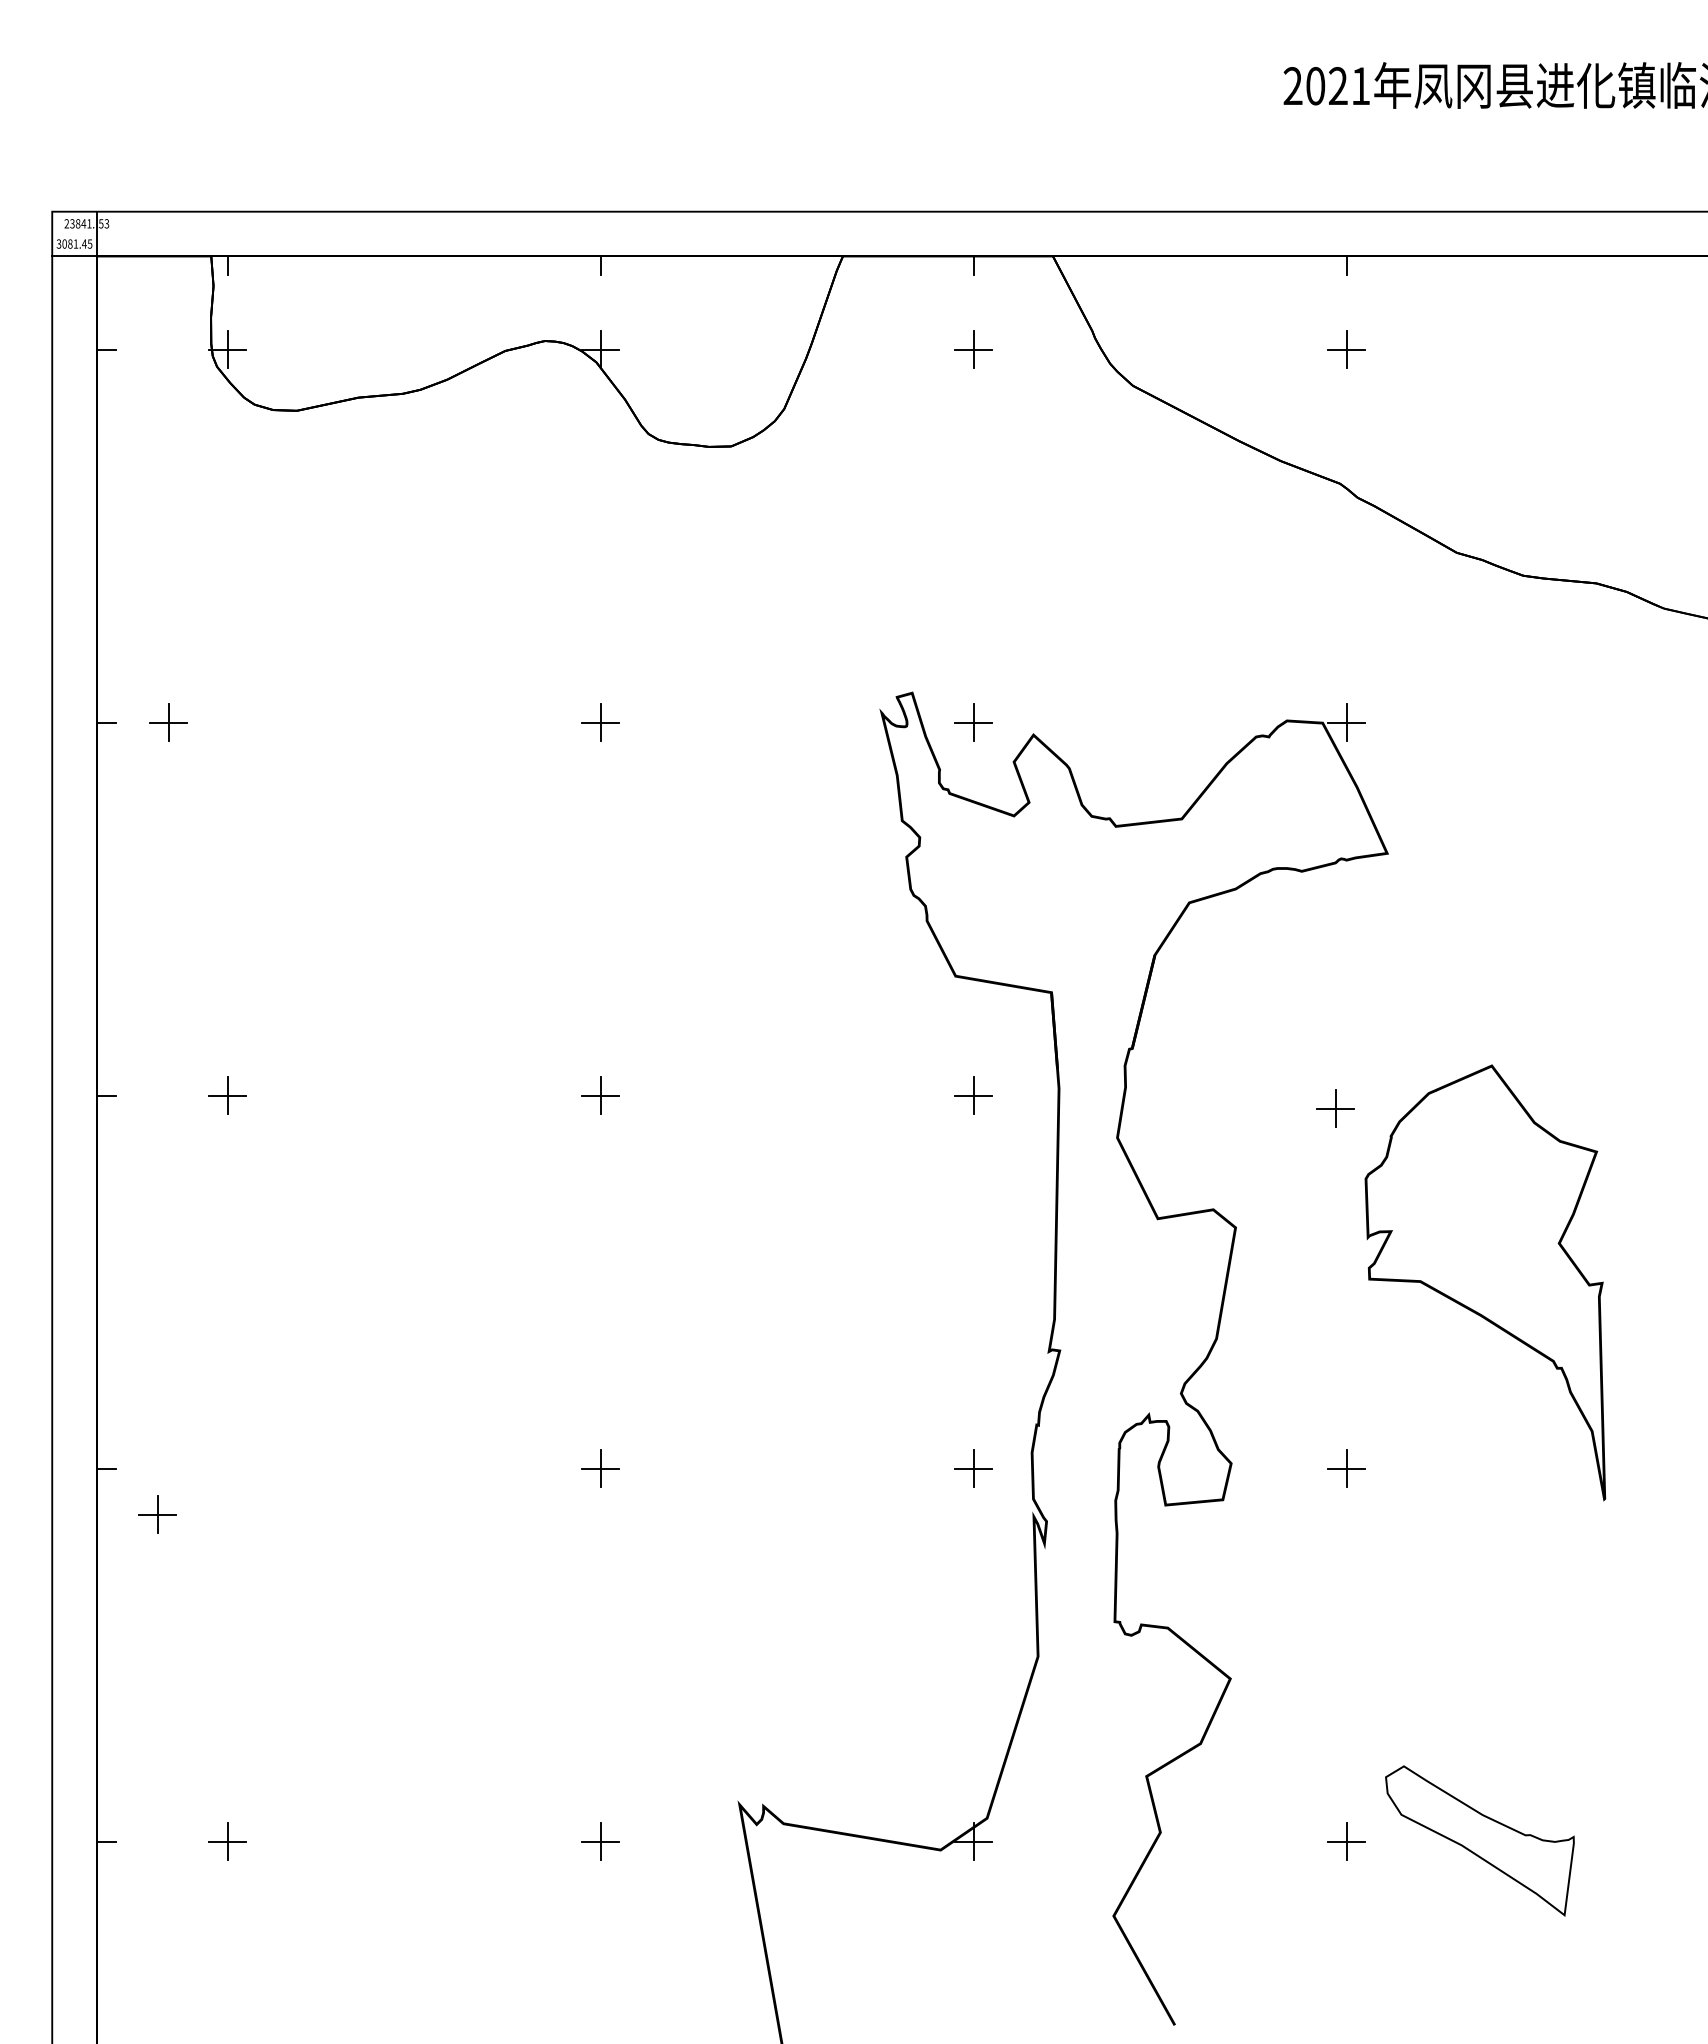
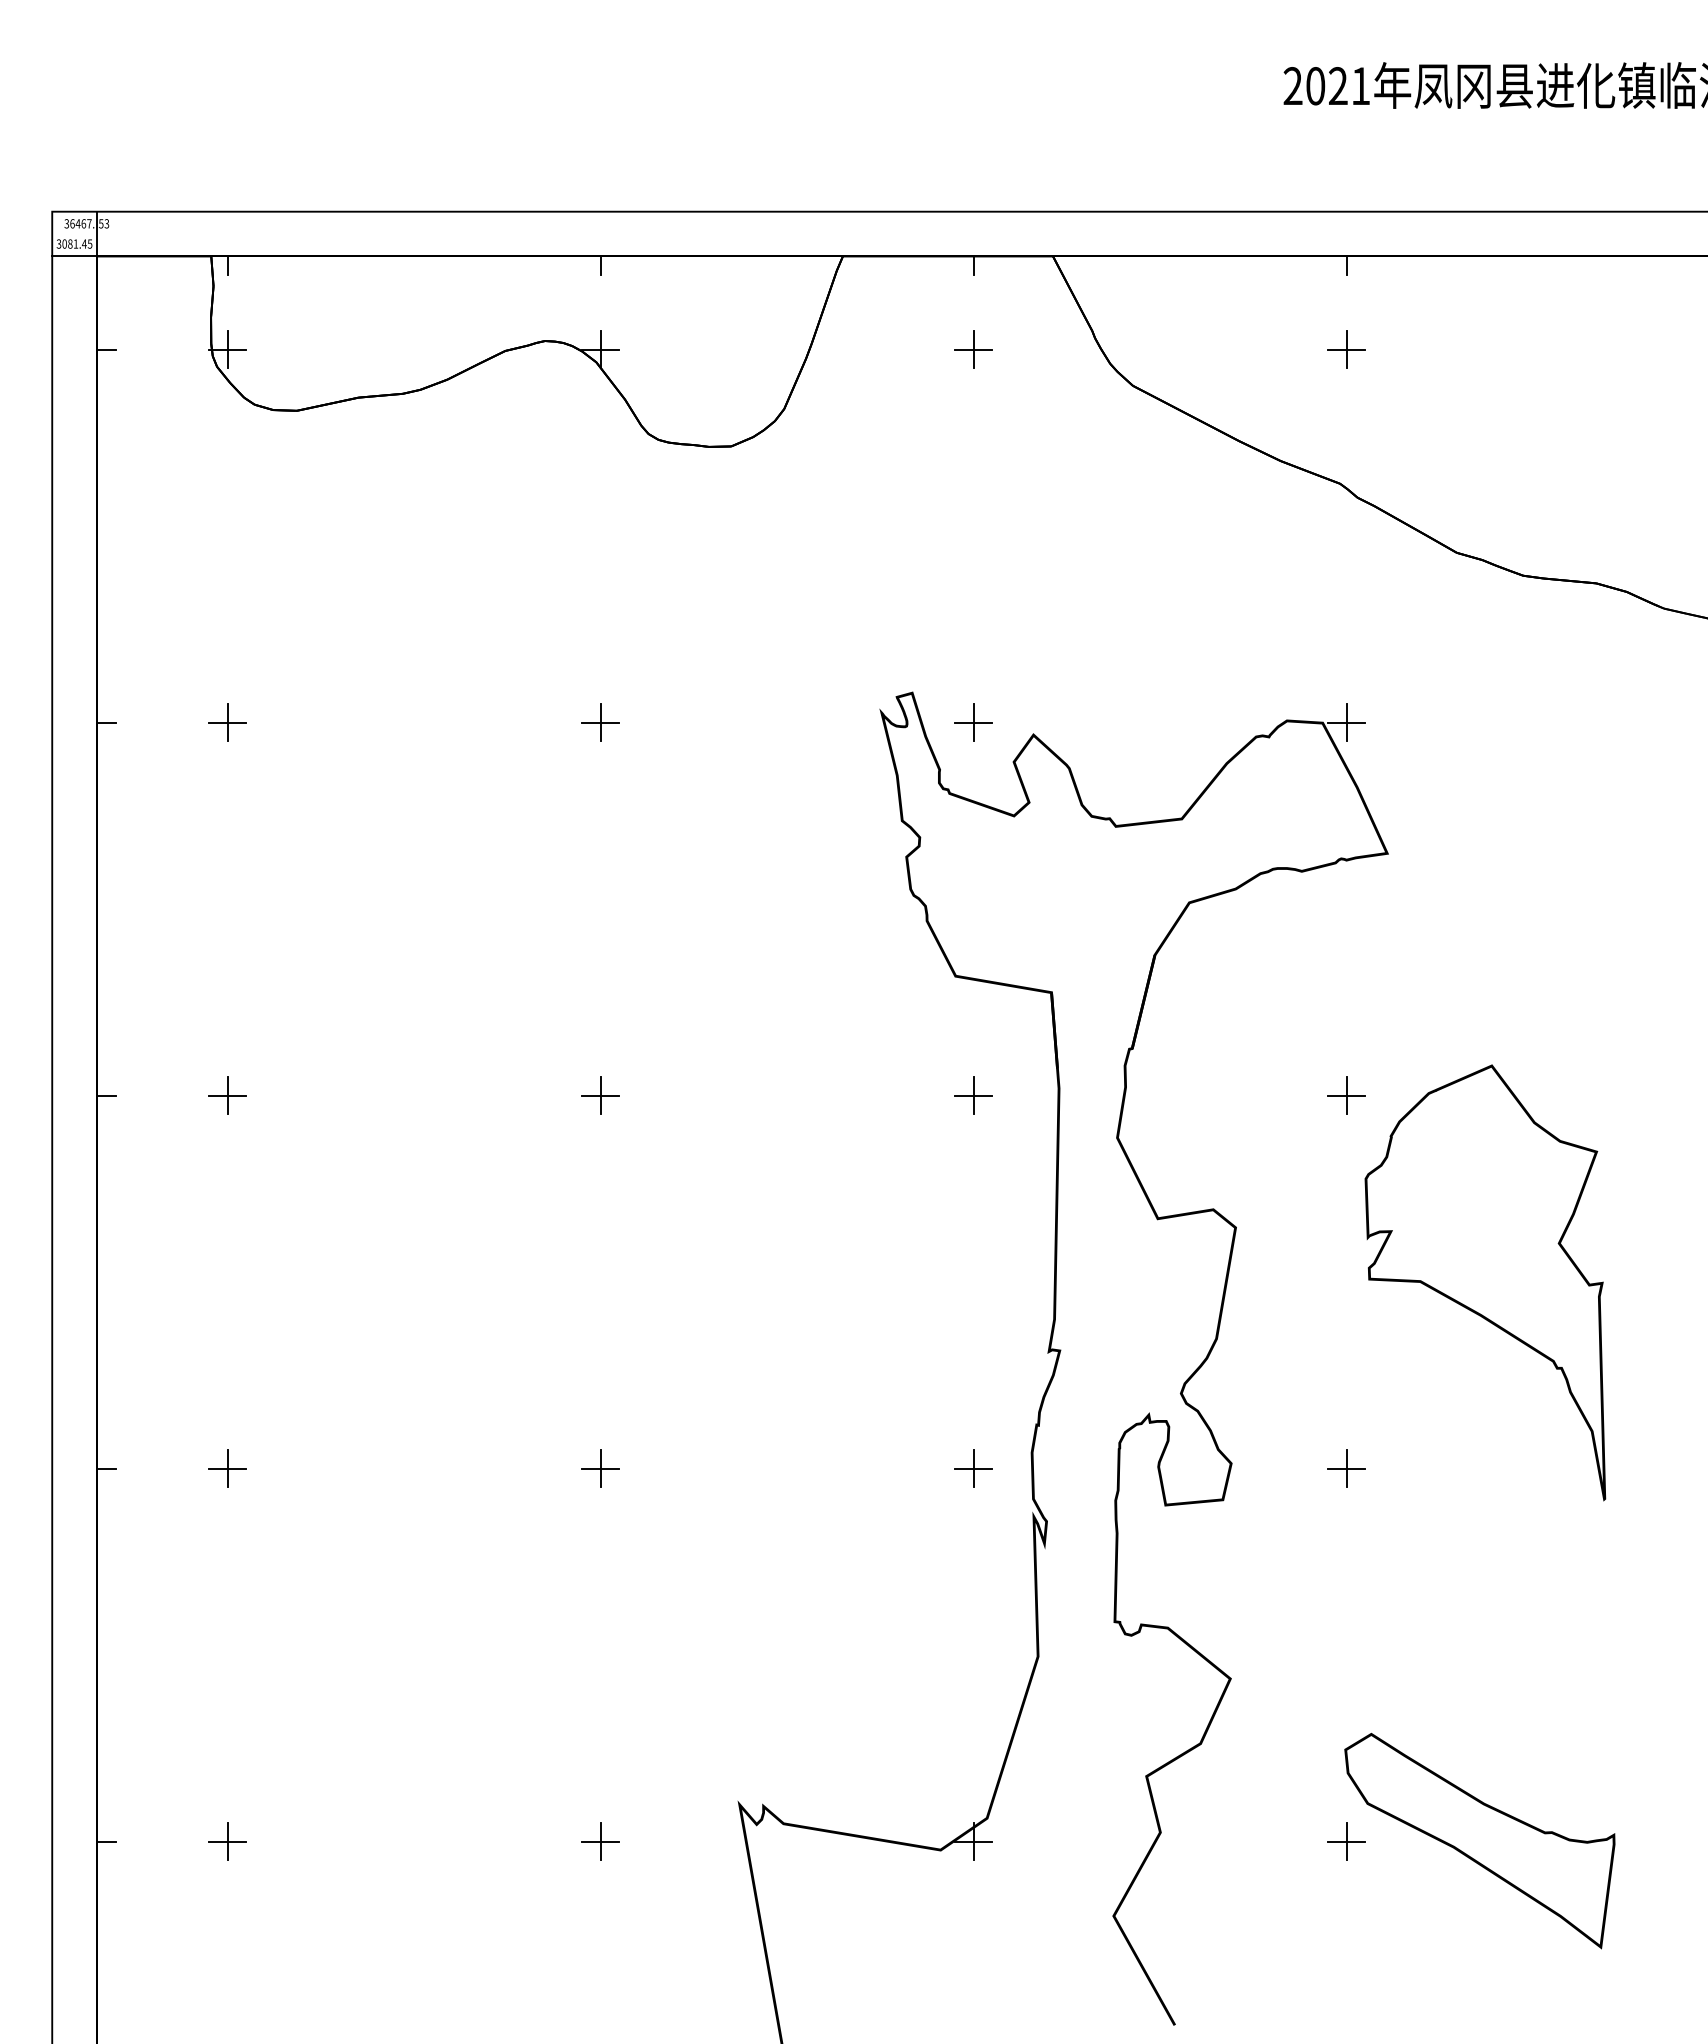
text at (77, 223): 23841. -> 36467.
part at (168, 722) position: (168, 722) -> (227, 722)
part at (1335, 1108) position: (1335, 1108) -> (1346, 1095)
part at (157, 1514) position: (157, 1514) -> (227, 1468)
part at (1479, 1840) size: 190x152 px -> 272x218 px
